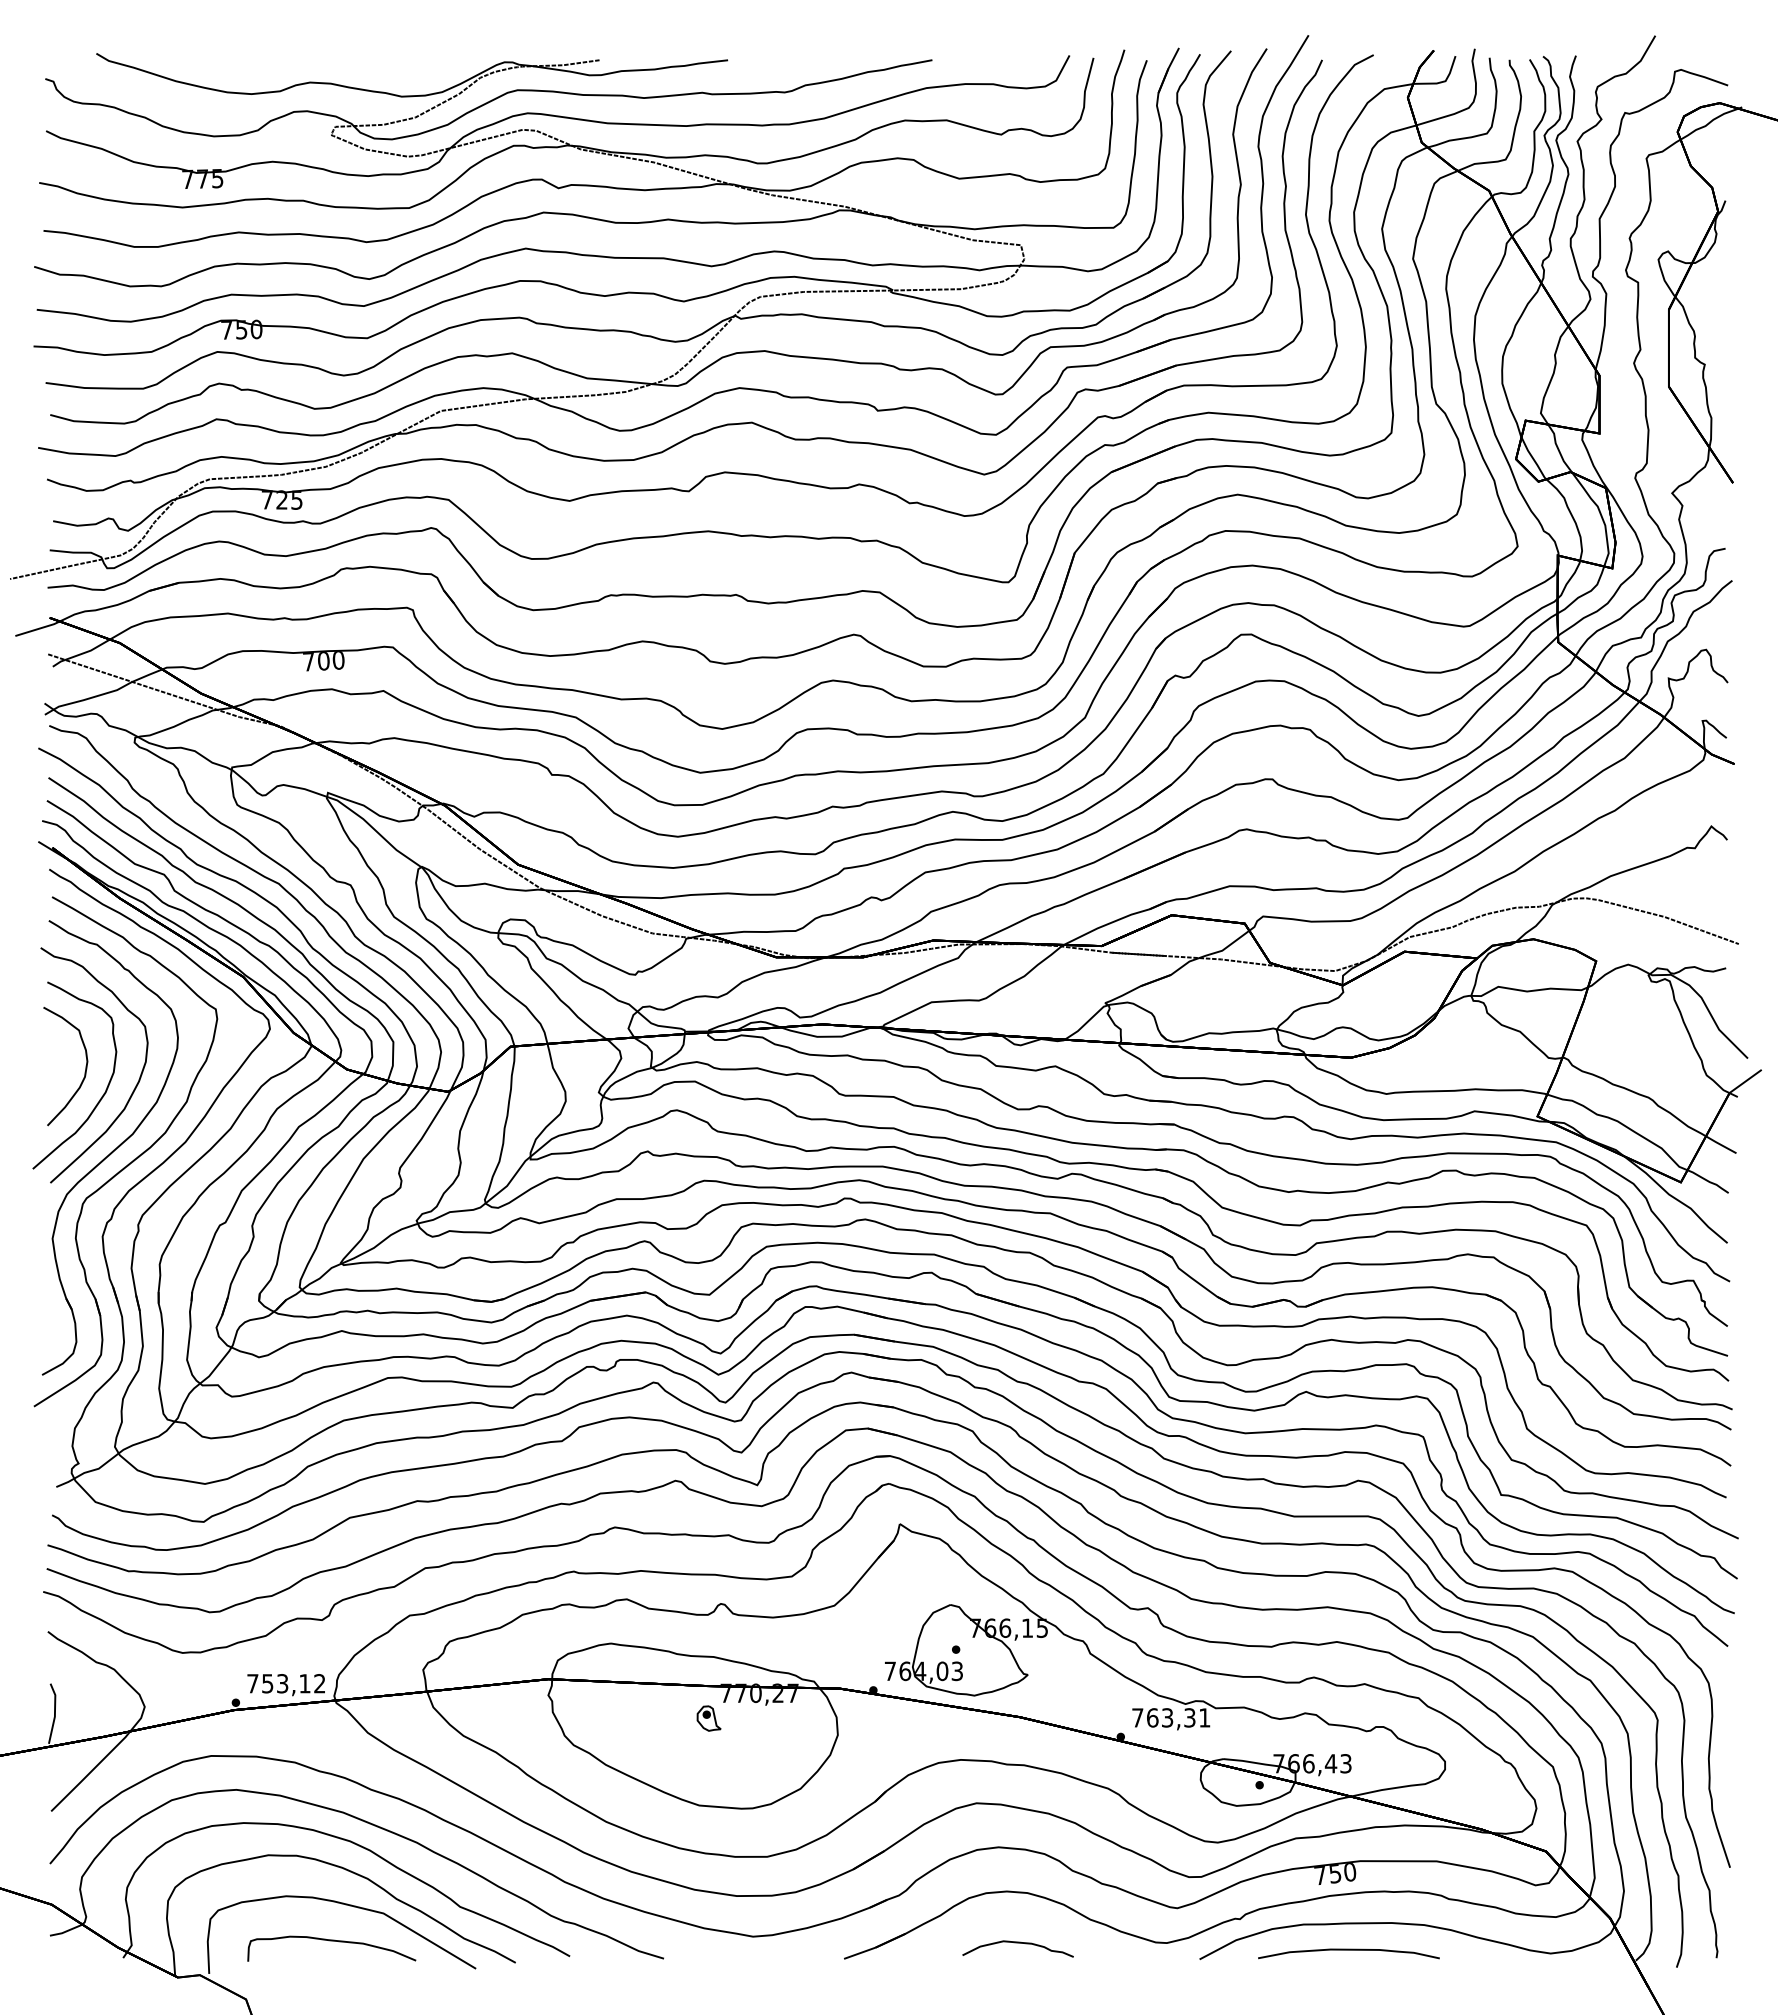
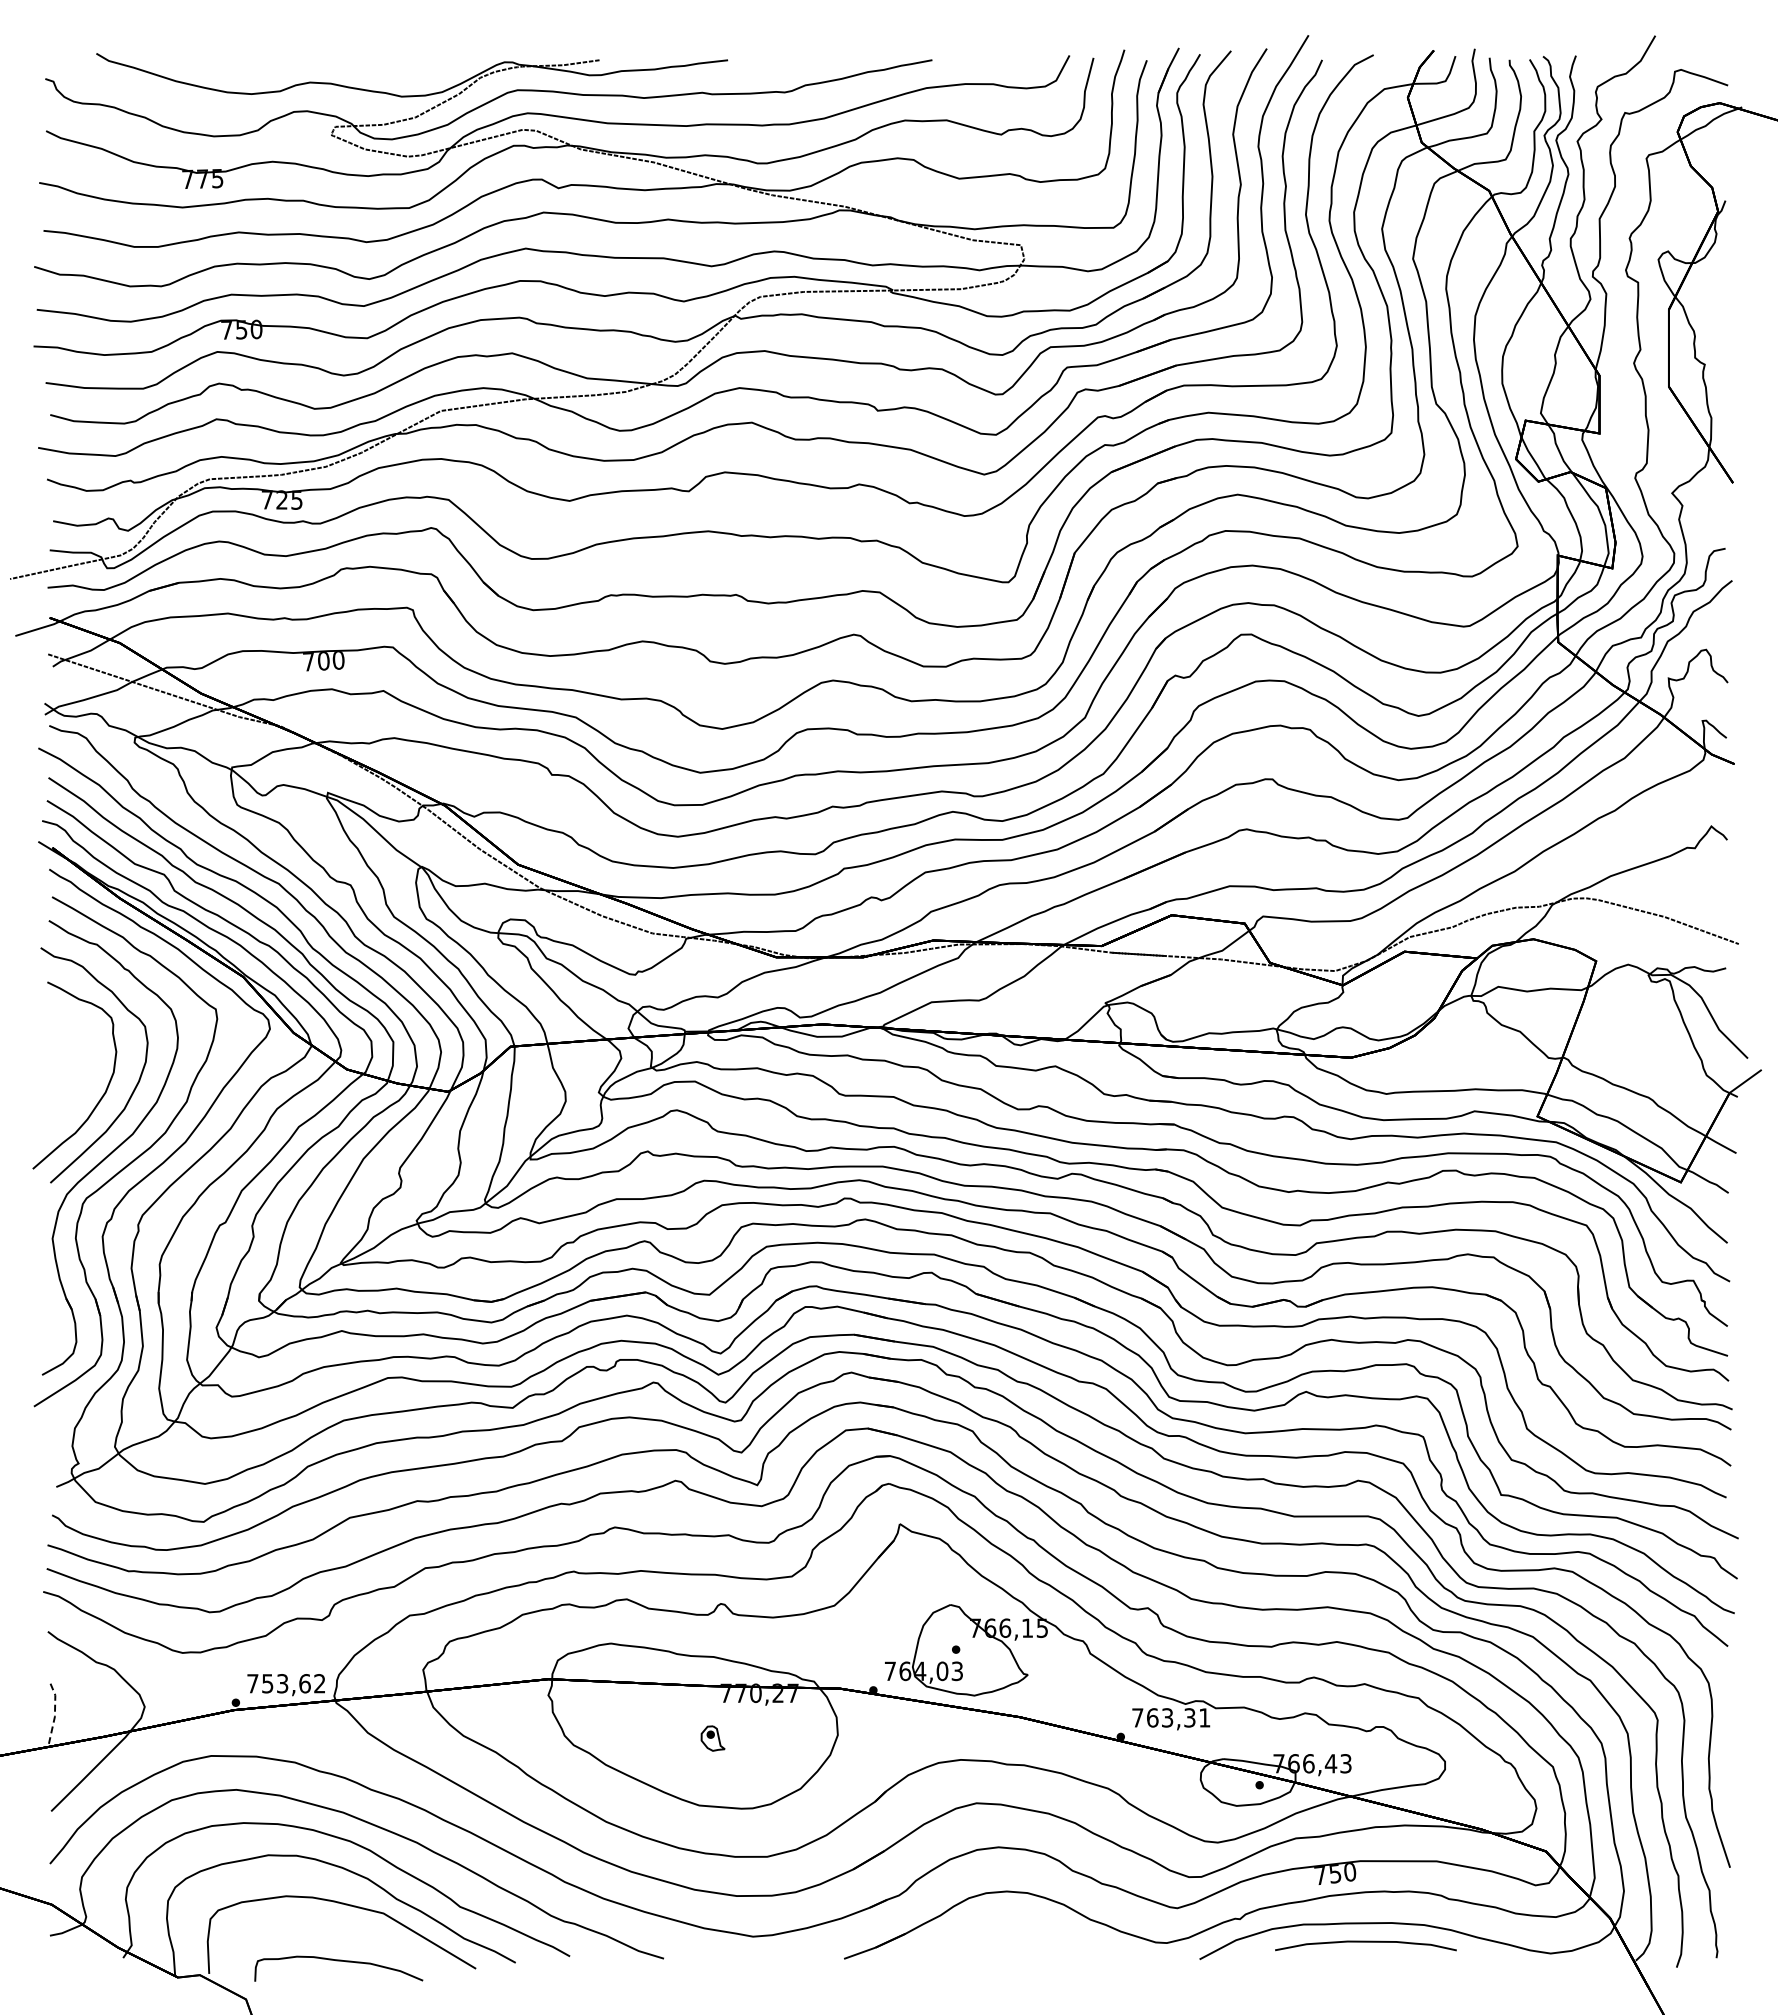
curve at (84, 1072): present -> none
text at (304, 1683): 753,12 -> 753,62
line at (54, 1713): solid -> dashed
part at (708, 1718) position: (708, 1718) -> (712, 1738)
curve at (331, 1941) position: (331, 1941) -> (338, 1961)
curve at (1017, 1943): present -> none
curve at (1348, 1950) position: (1348, 1950) -> (1365, 1942)
